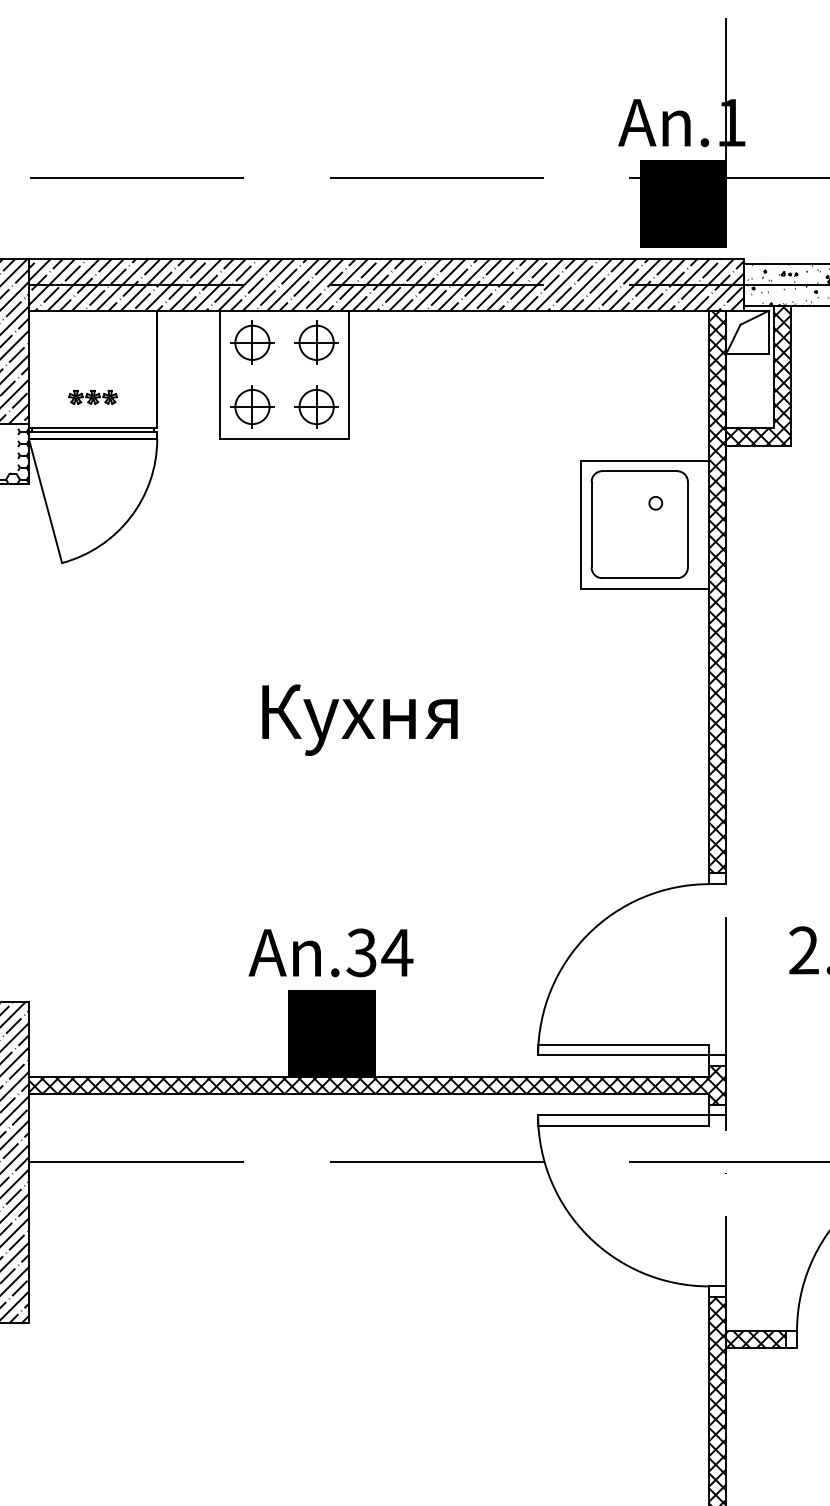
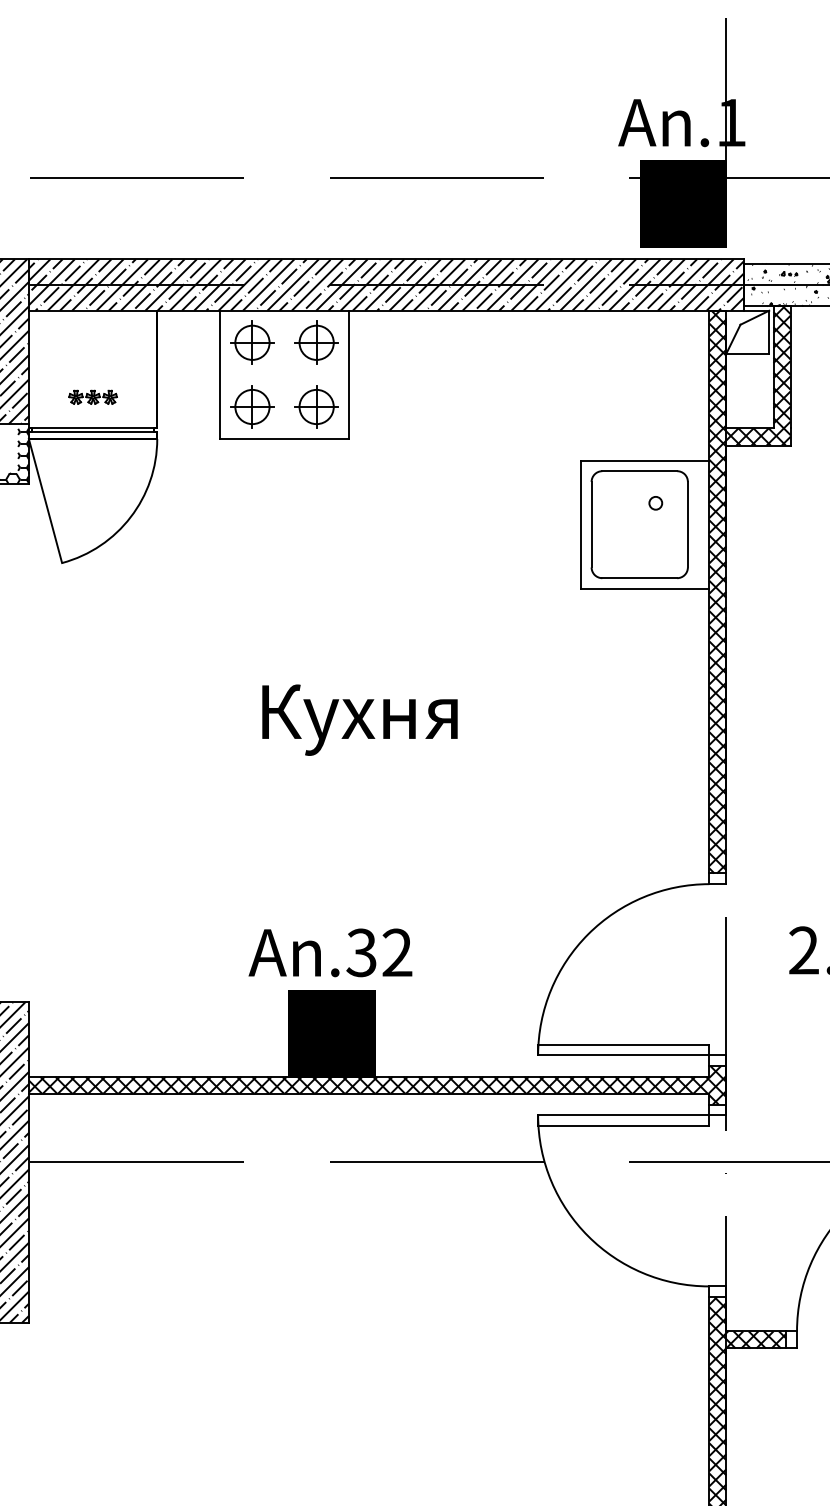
text at (397, 952): n.34 -> n.32
